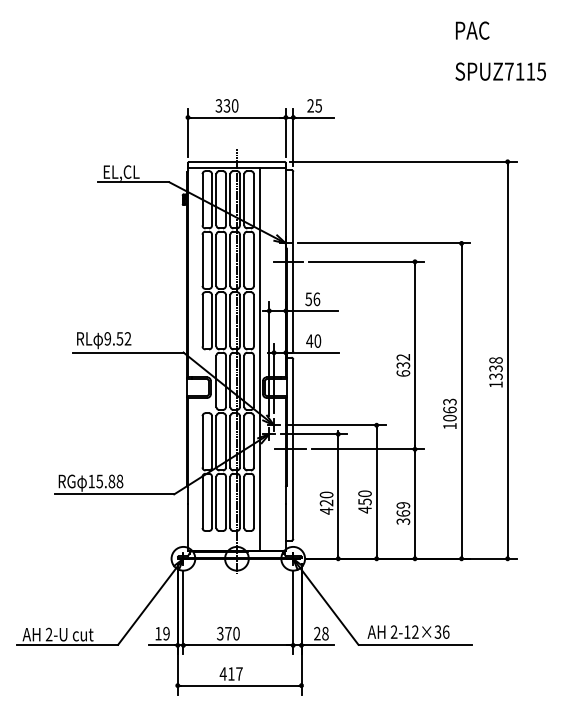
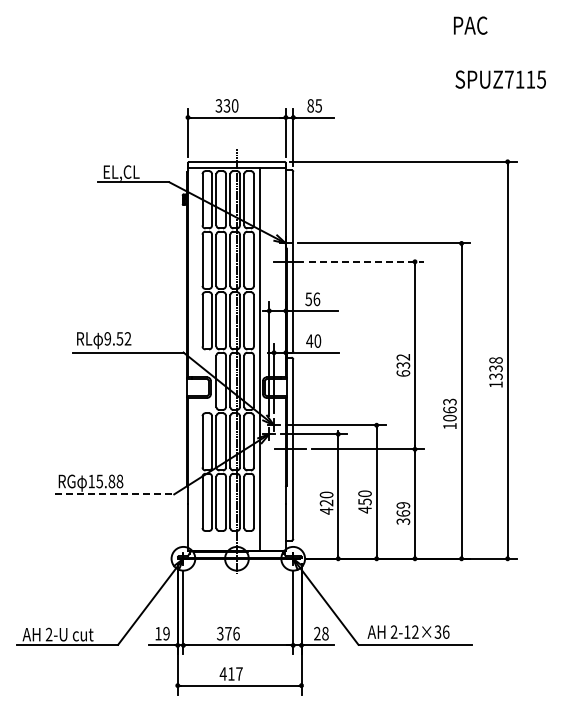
text at (472, 30) position: (472, 30) -> (470, 25)
text at (500, 71) position: (500, 71) -> (500, 79)
text at (310, 105): 25 -> 85
line at (367, 261): solid -> dashed
line at (114, 494): solid -> dashed
text at (236, 633): 370 -> 376
